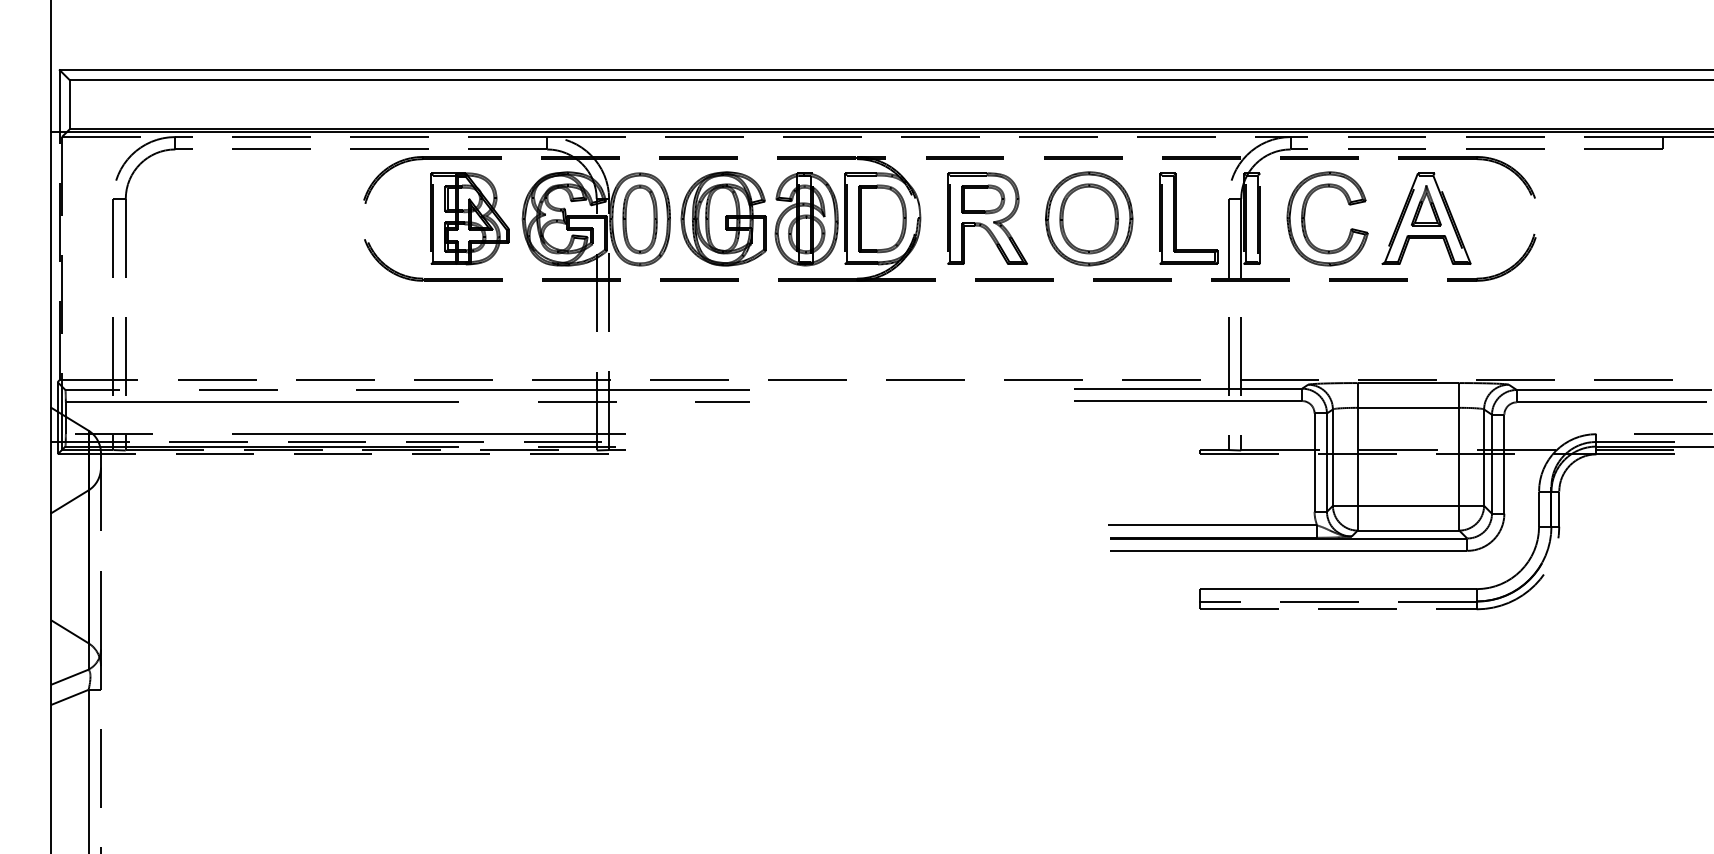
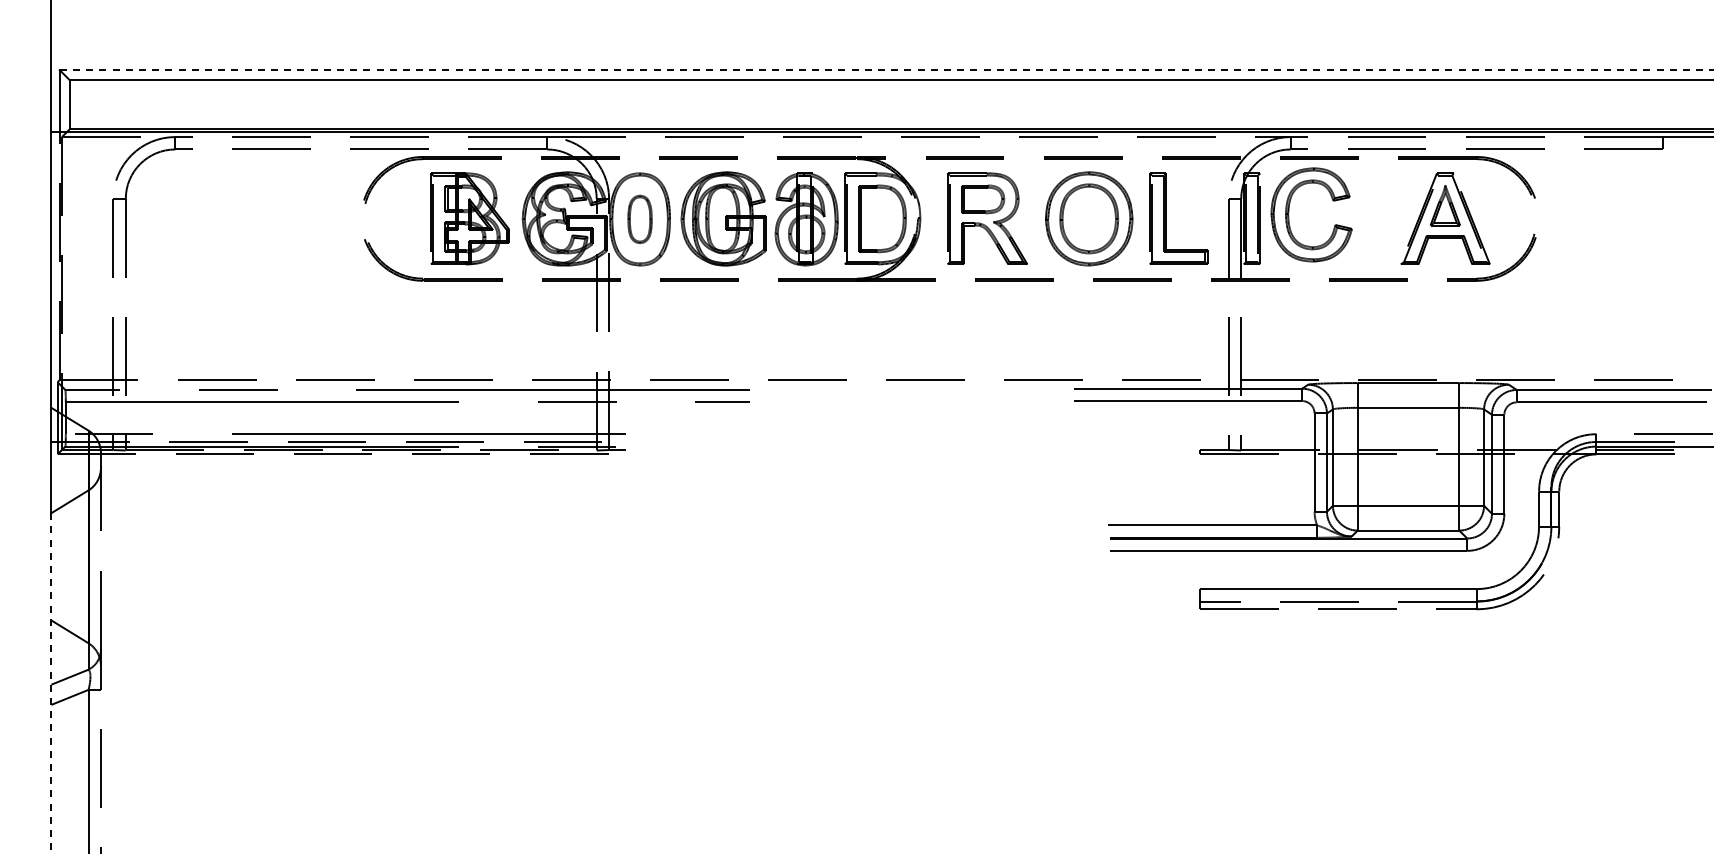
line at (887, 70): solid -> dashed
part at (1176, 218) position: (1176, 218) -> (1166, 218)
part at (1426, 218) position: (1426, 218) -> (1445, 218)
part at (639, 219) size: 36x71 px -> 26x51 px
part at (1305, 219) position: (1305, 219) -> (1289, 215)
line at (51, 683): solid -> dashed
